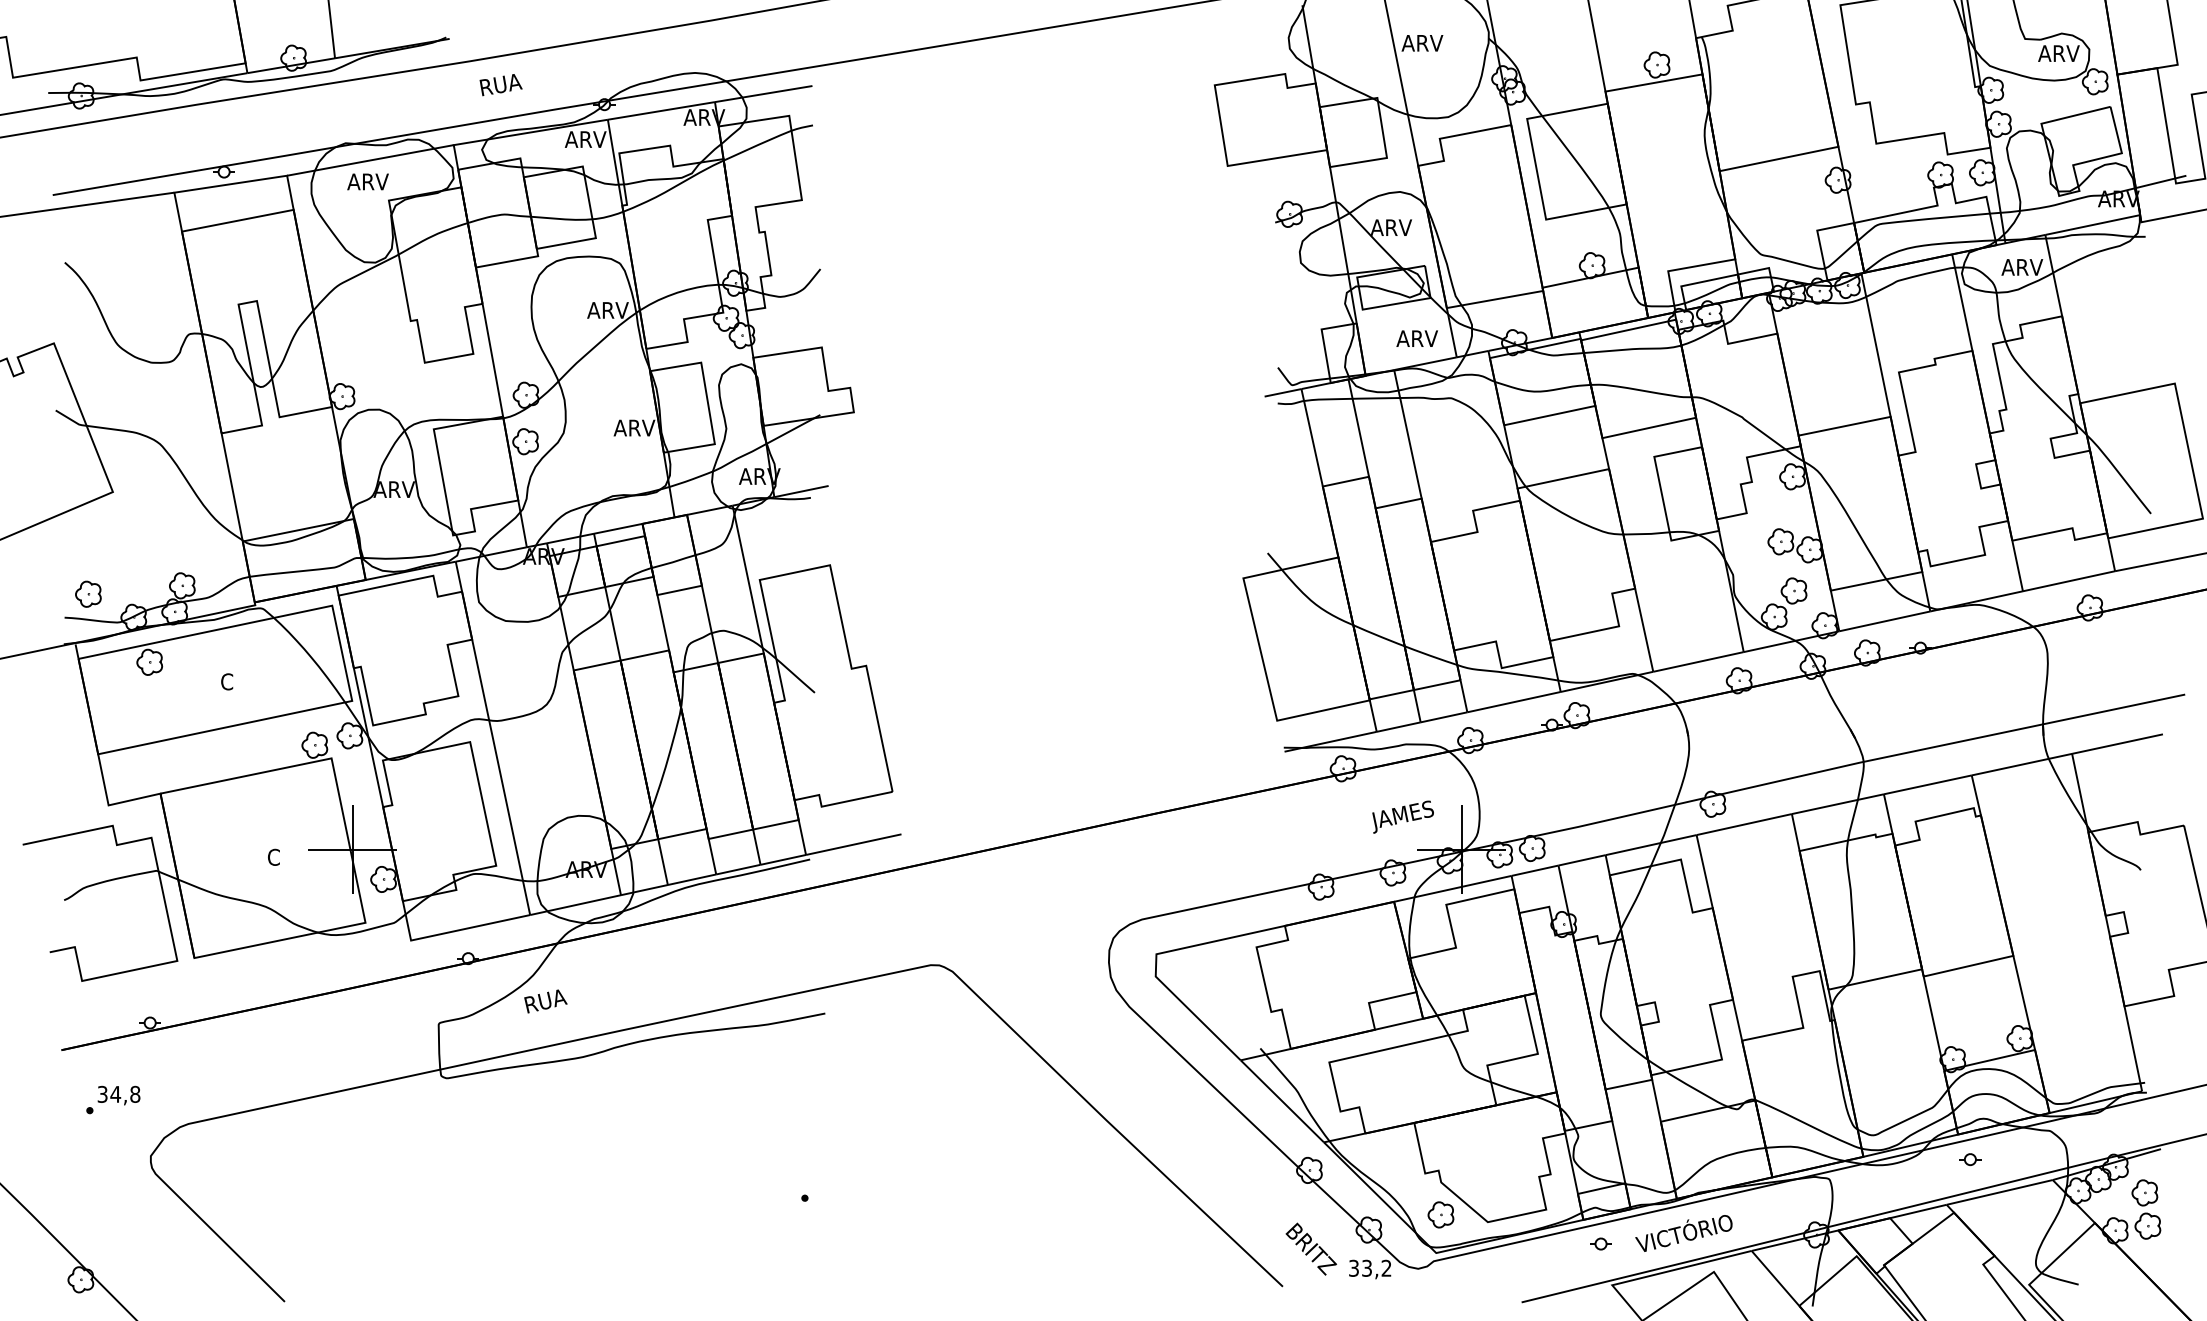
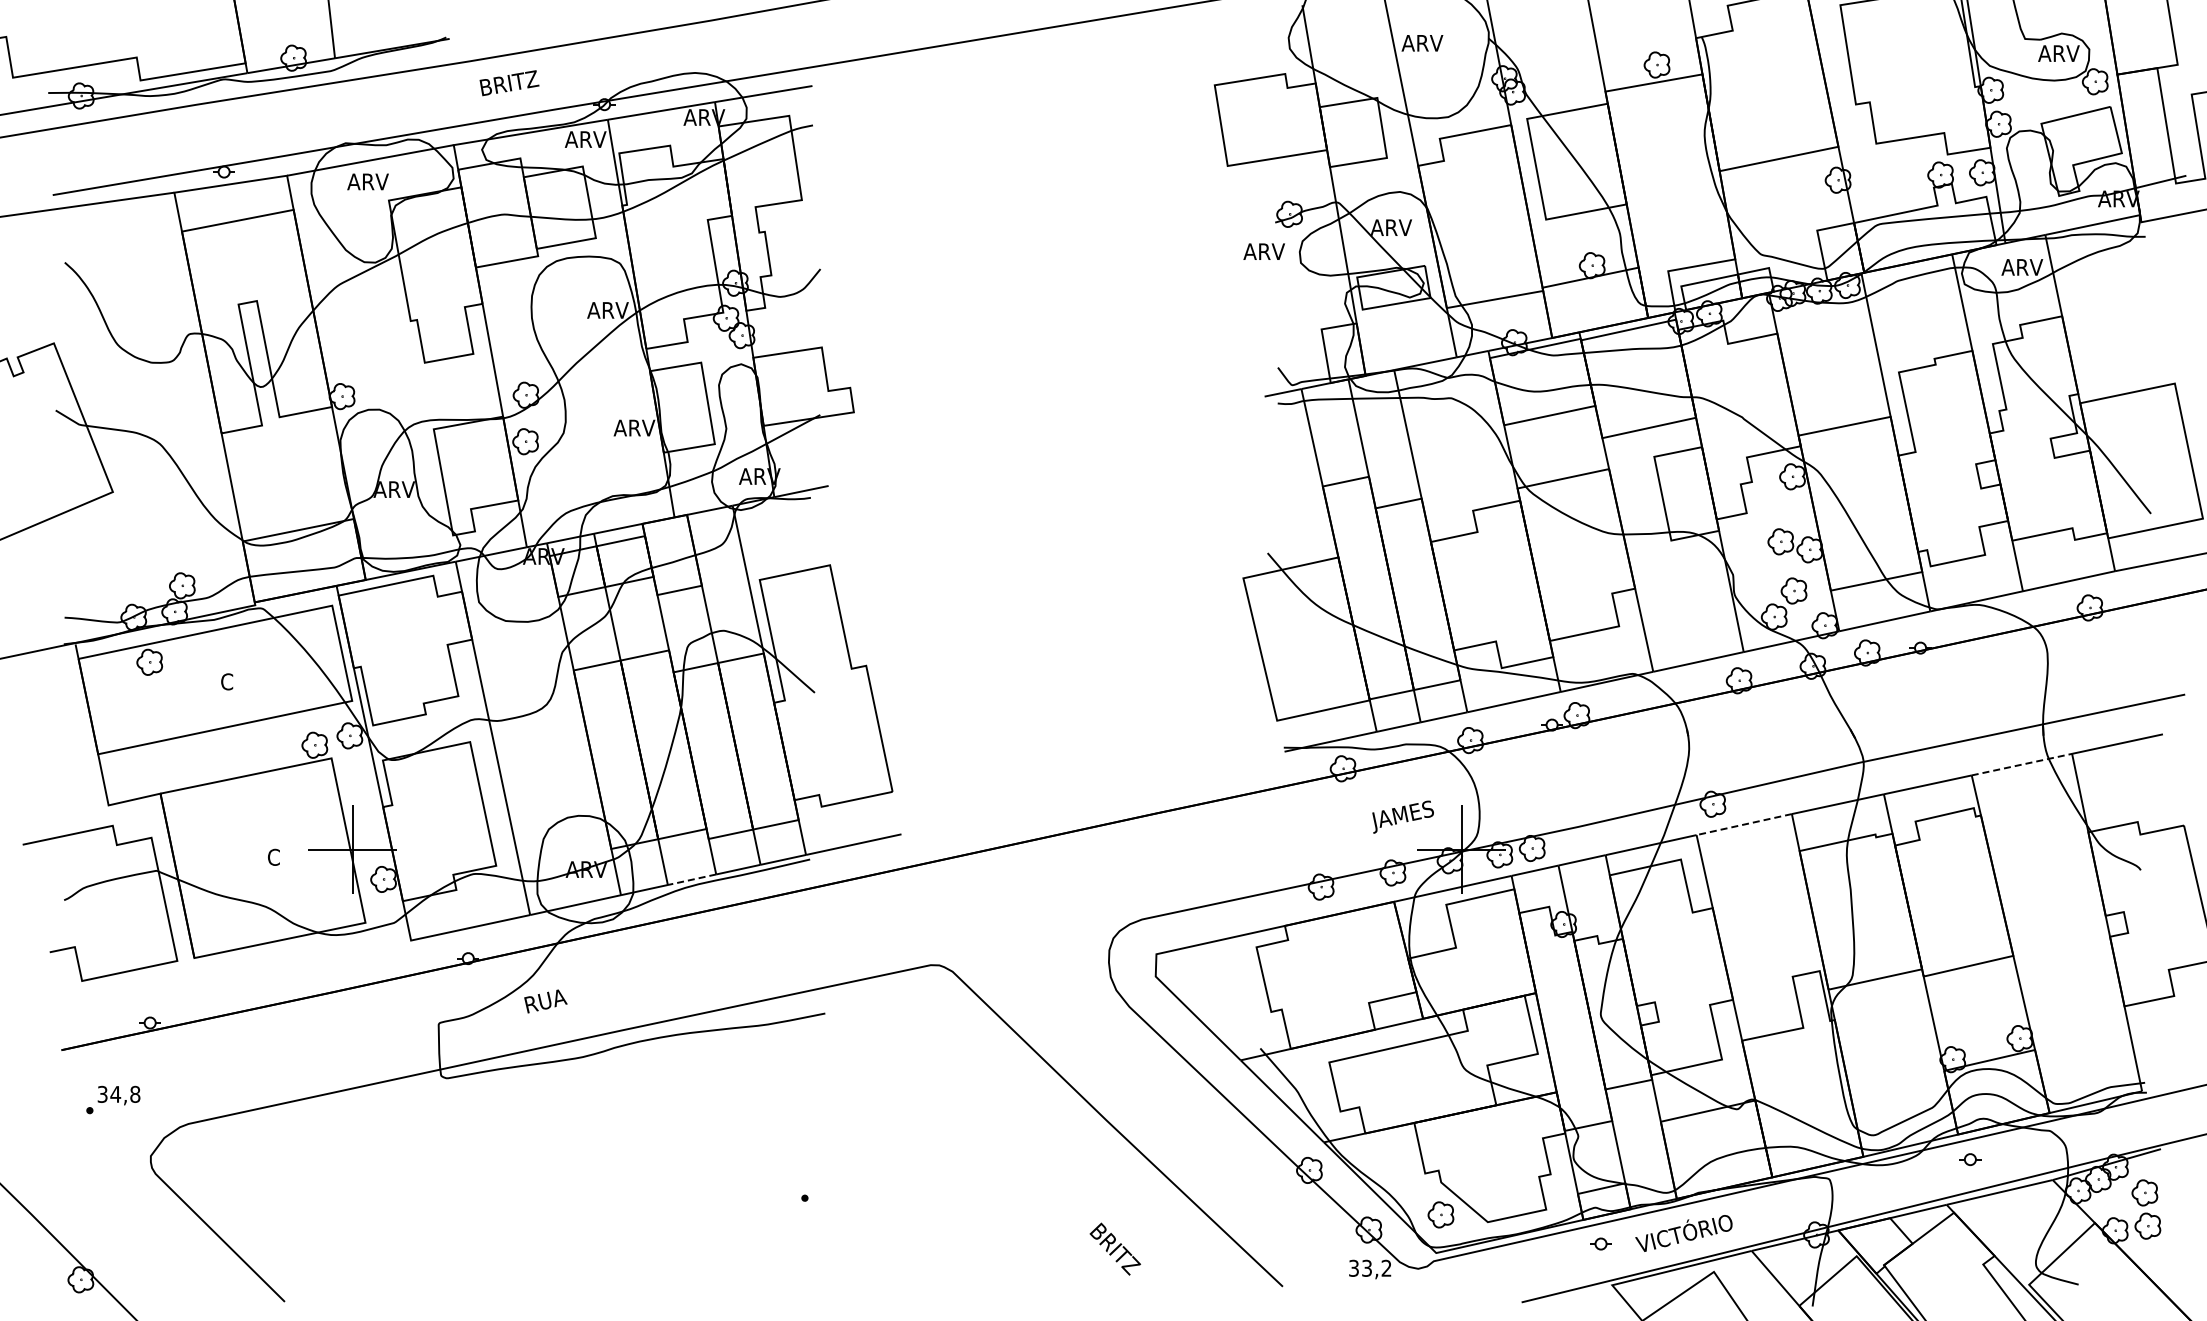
text at (510, 82): RUA -> BRITZ
text at (1416, 338) position: (1416, 338) -> (1263, 251)
part at (88, 593): present -> none
line at (2022, 764): solid -> dashed
line at (1744, 824): solid -> dashed
line at (692, 879): solid -> dashed
text at (1310, 1248) position: (1310, 1248) -> (1114, 1248)
